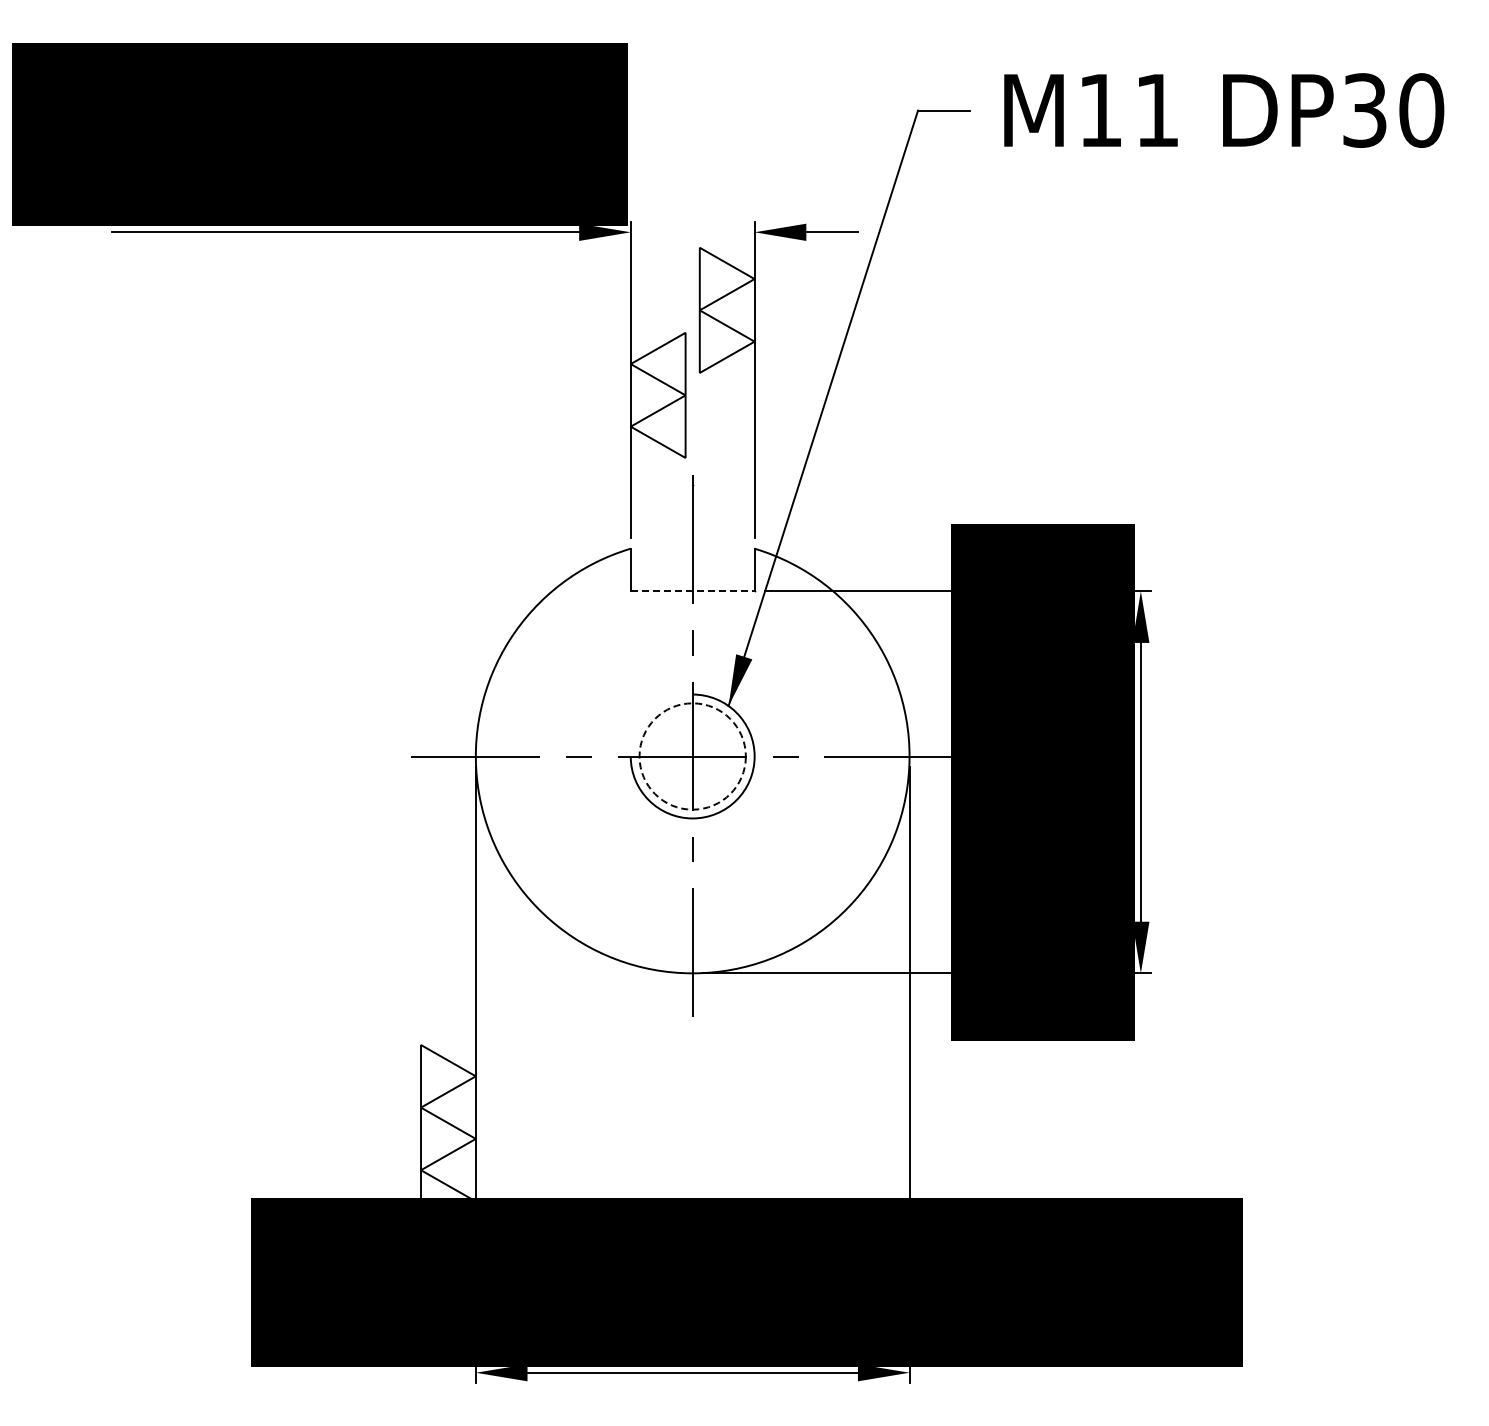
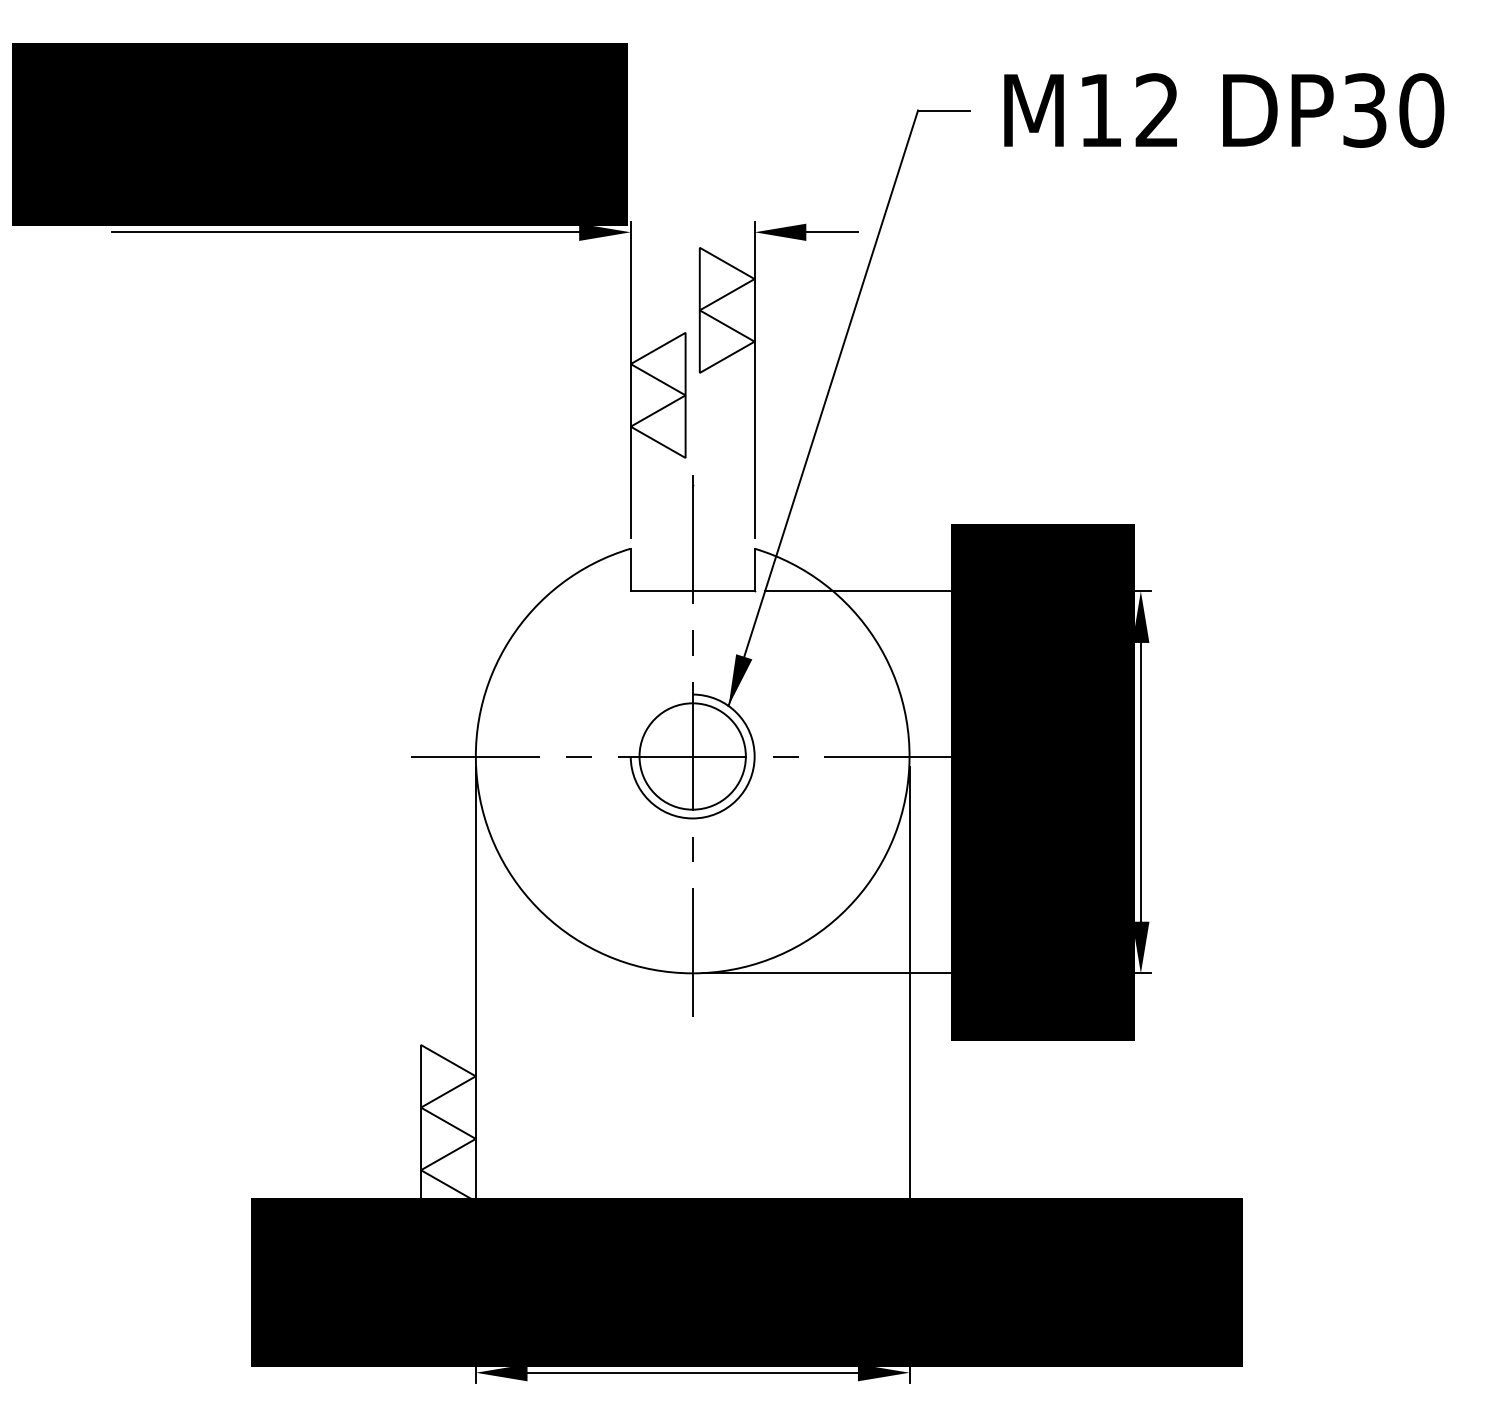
text at (1156, 109): M11 -> M12
line at (692, 591): dashed -> solid
circle at (692, 756): dashed -> solid
